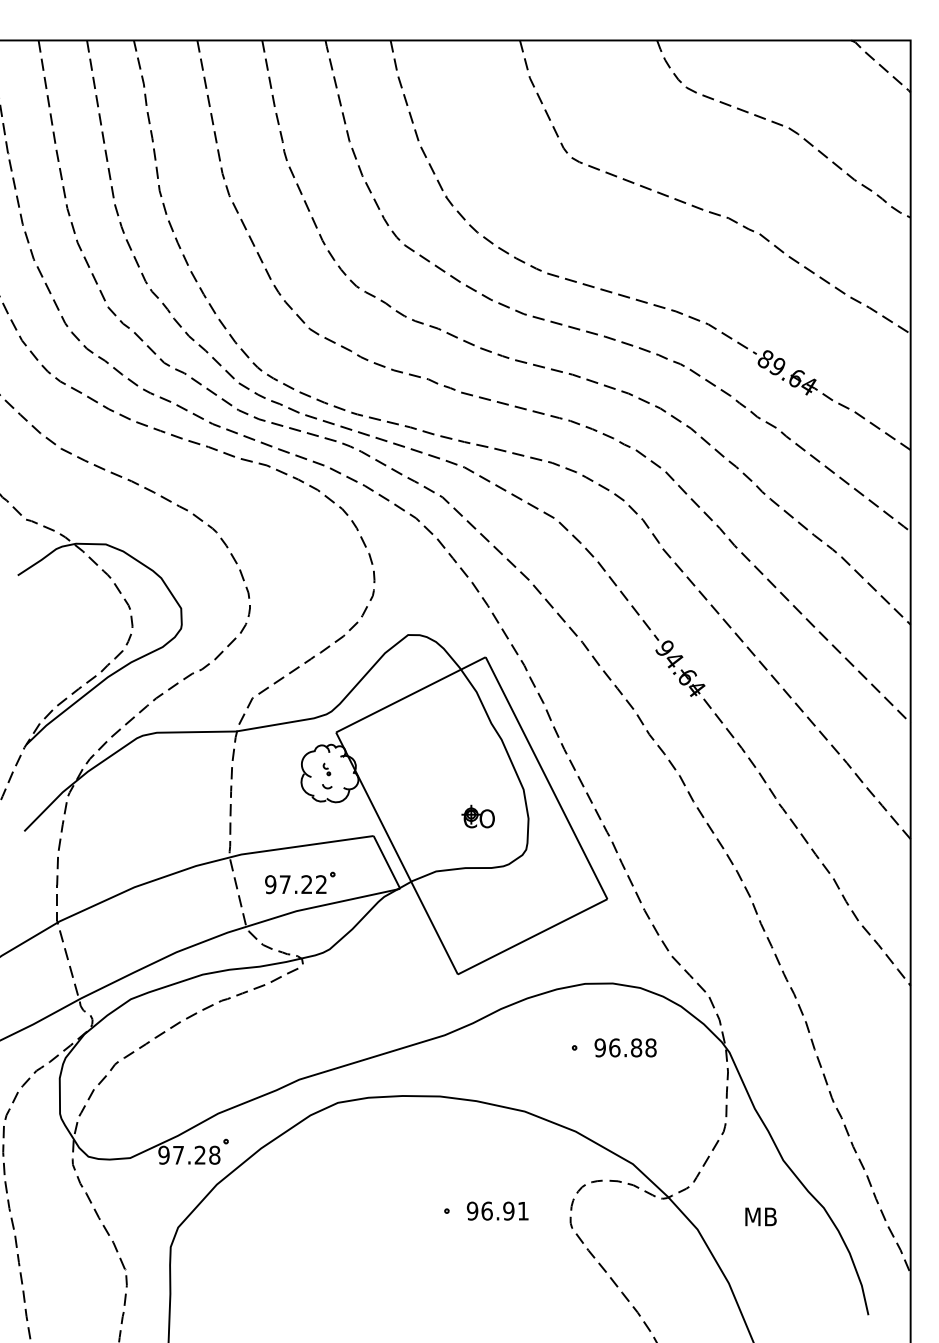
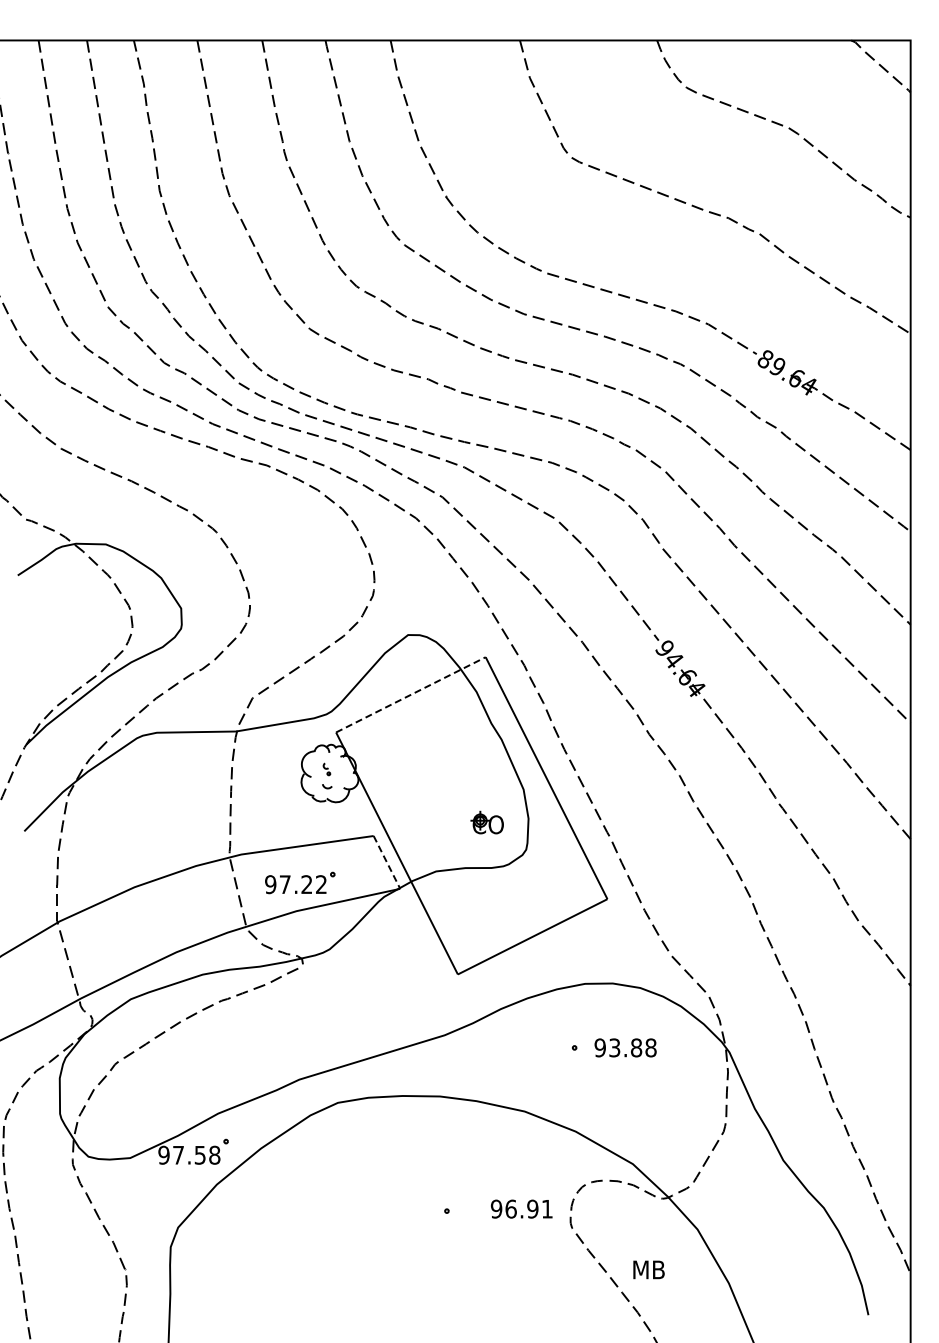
line at (410, 694): solid -> dashed
part at (477, 816) position: (477, 816) -> (486, 822)
line at (386, 862): solid -> dashed
text at (614, 1047): 96.88 -> 93.88
text at (199, 1154): 97.28 -> 97.58
text at (497, 1210) position: (497, 1210) -> (521, 1208)
text at (760, 1216) position: (760, 1216) -> (648, 1269)
